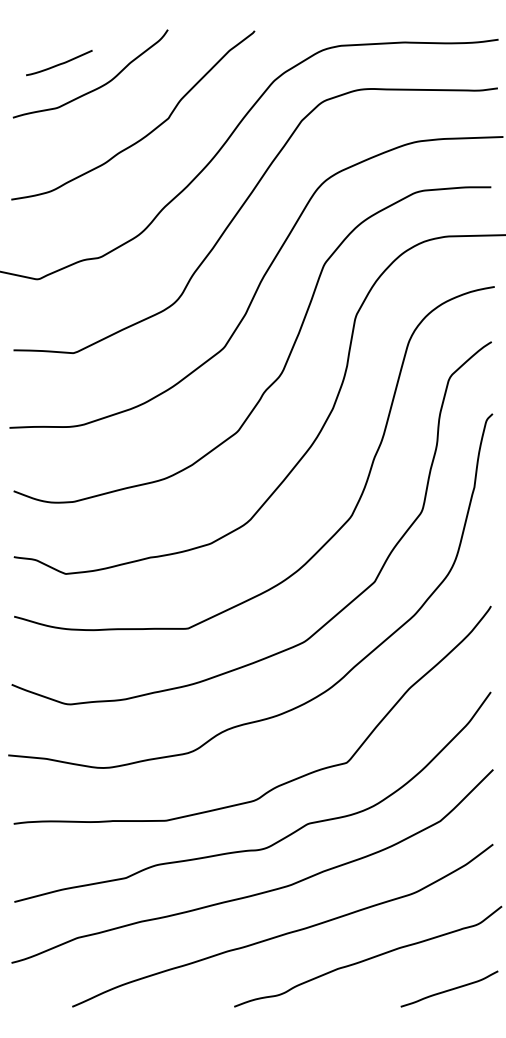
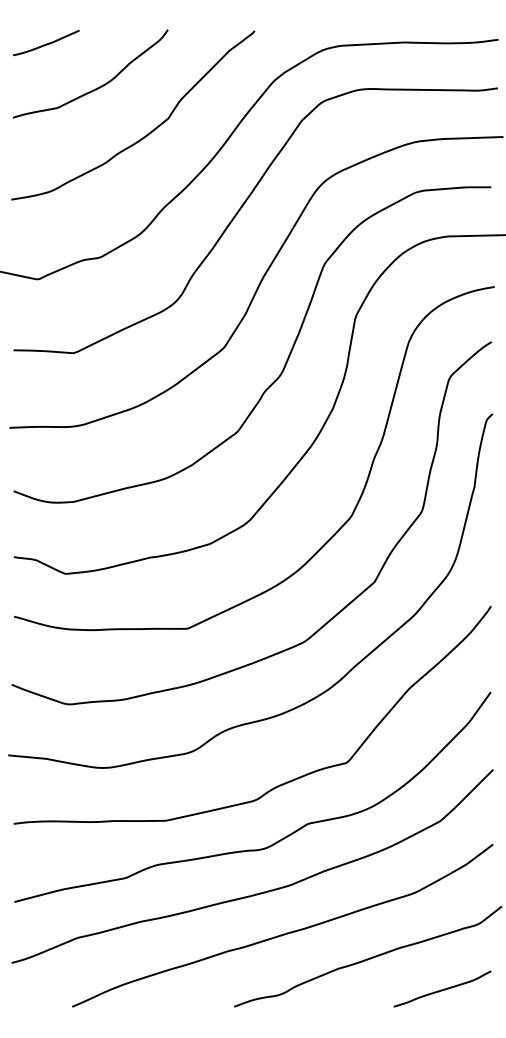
curve at (59, 63) position: (59, 63) -> (46, 43)
curve at (449, 989) position: (449, 989) -> (442, 989)
